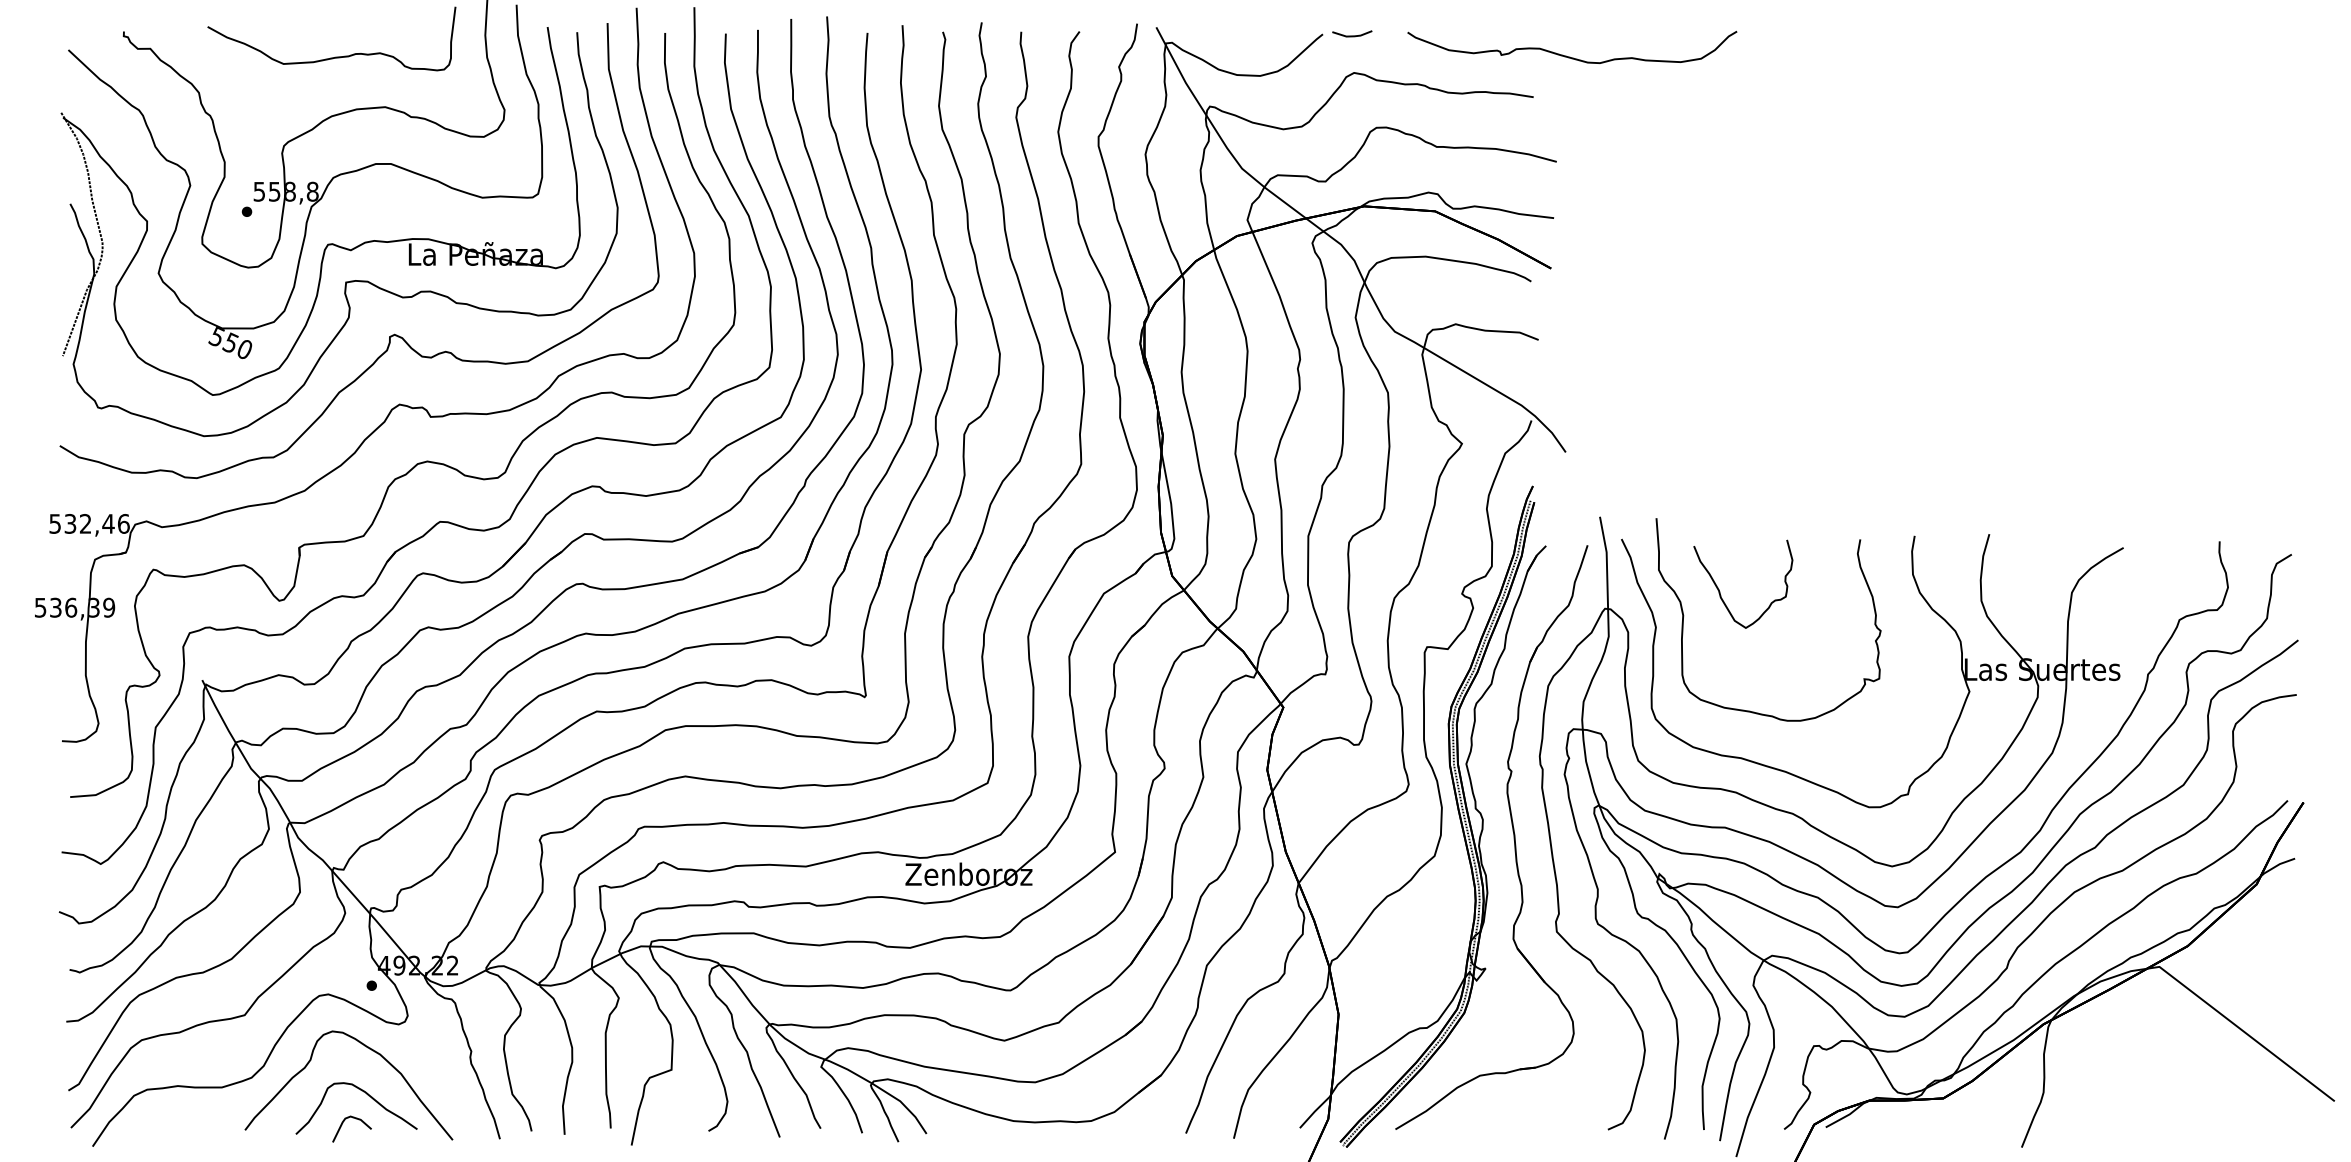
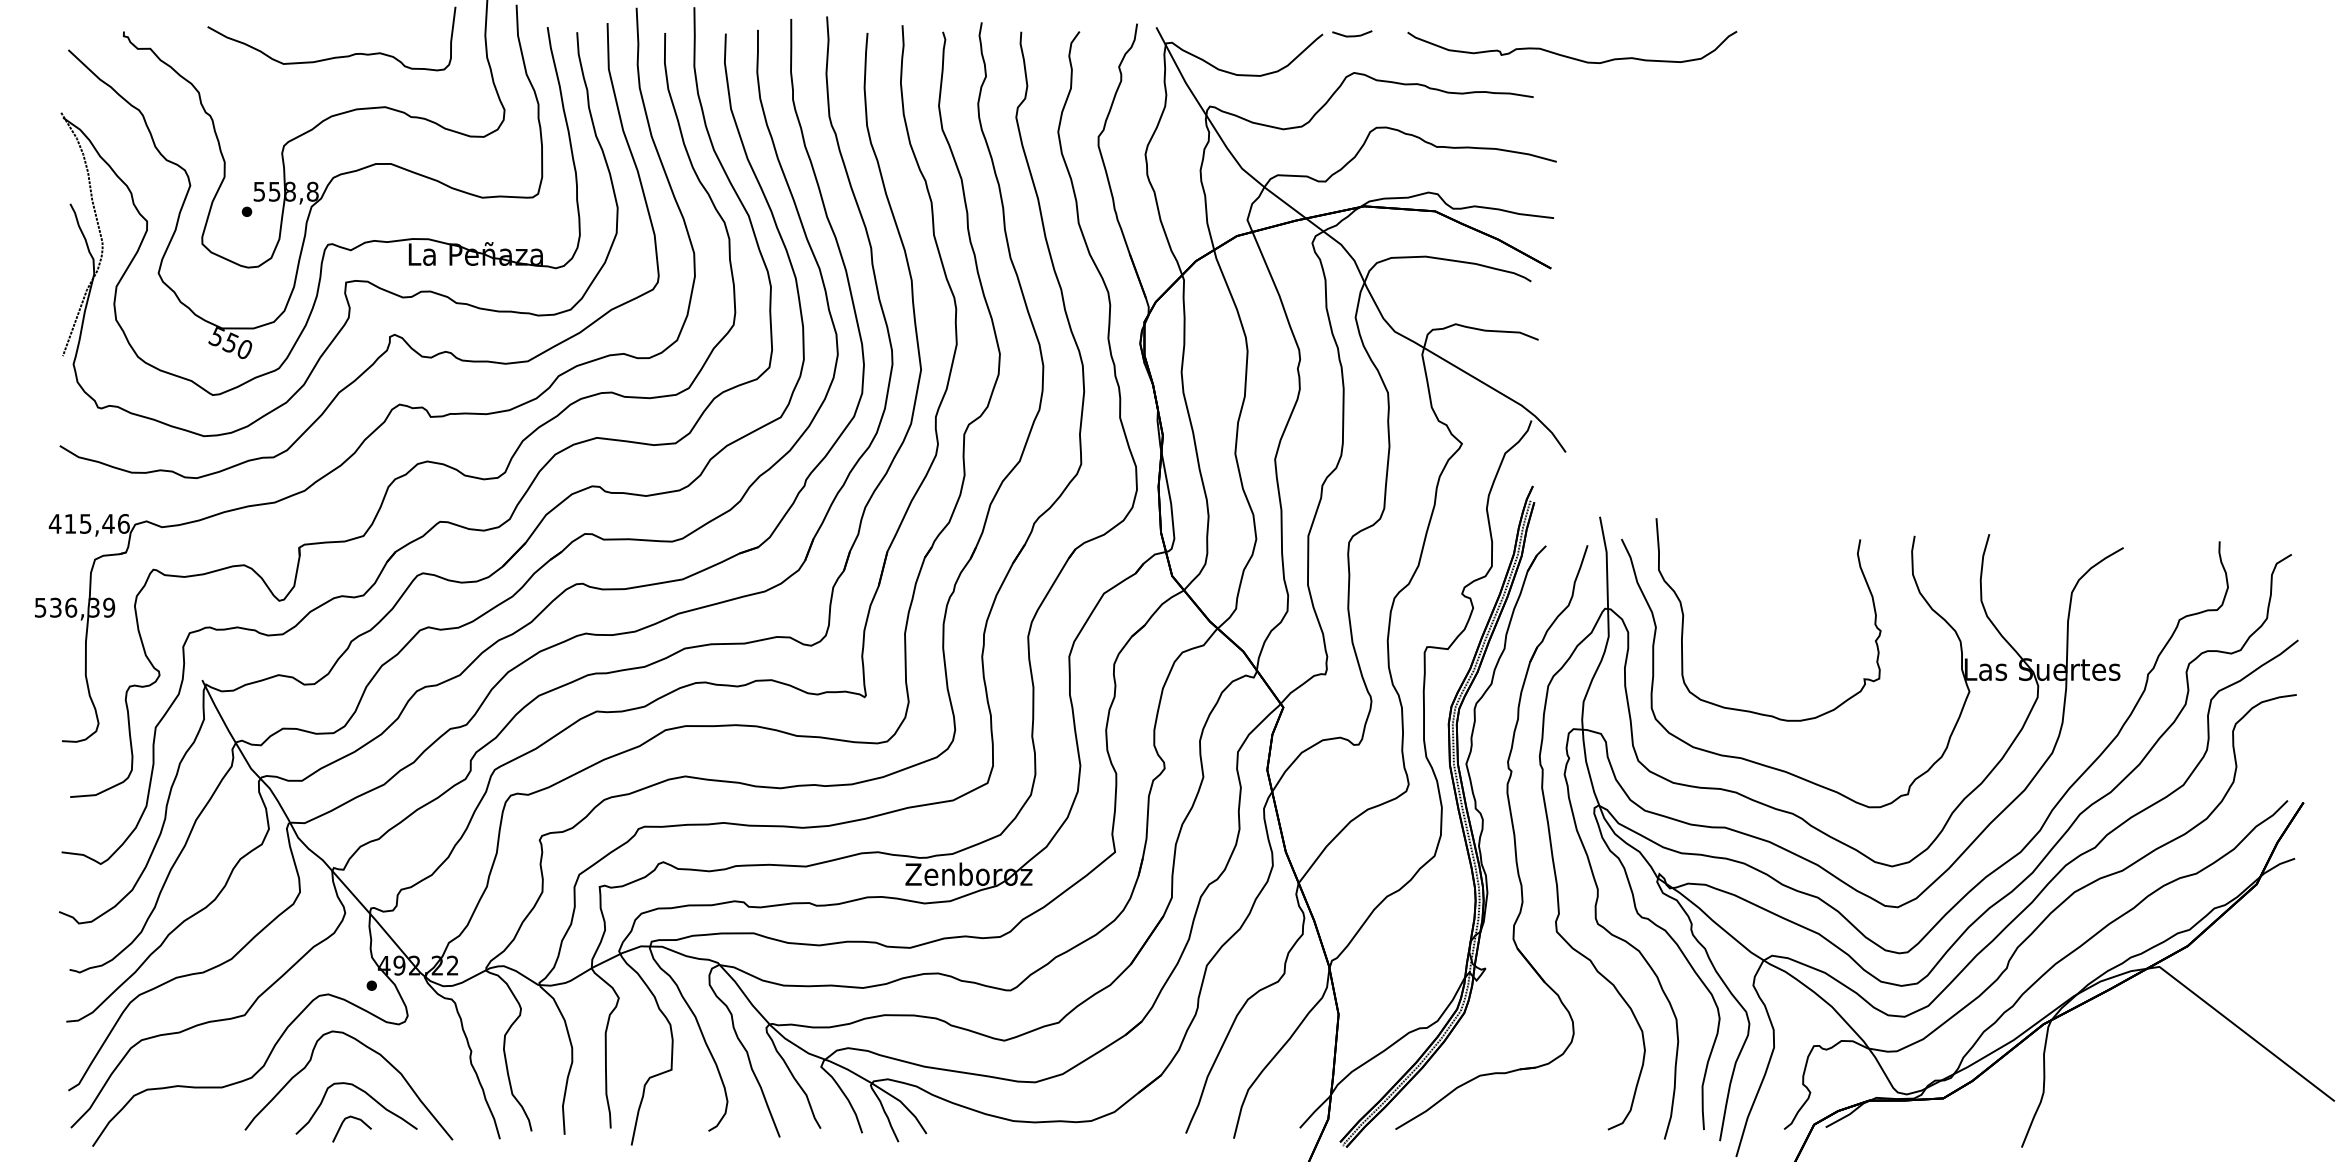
text at (69, 523): 532,46 -> 415,46
part at (1720, 591): present -> none
